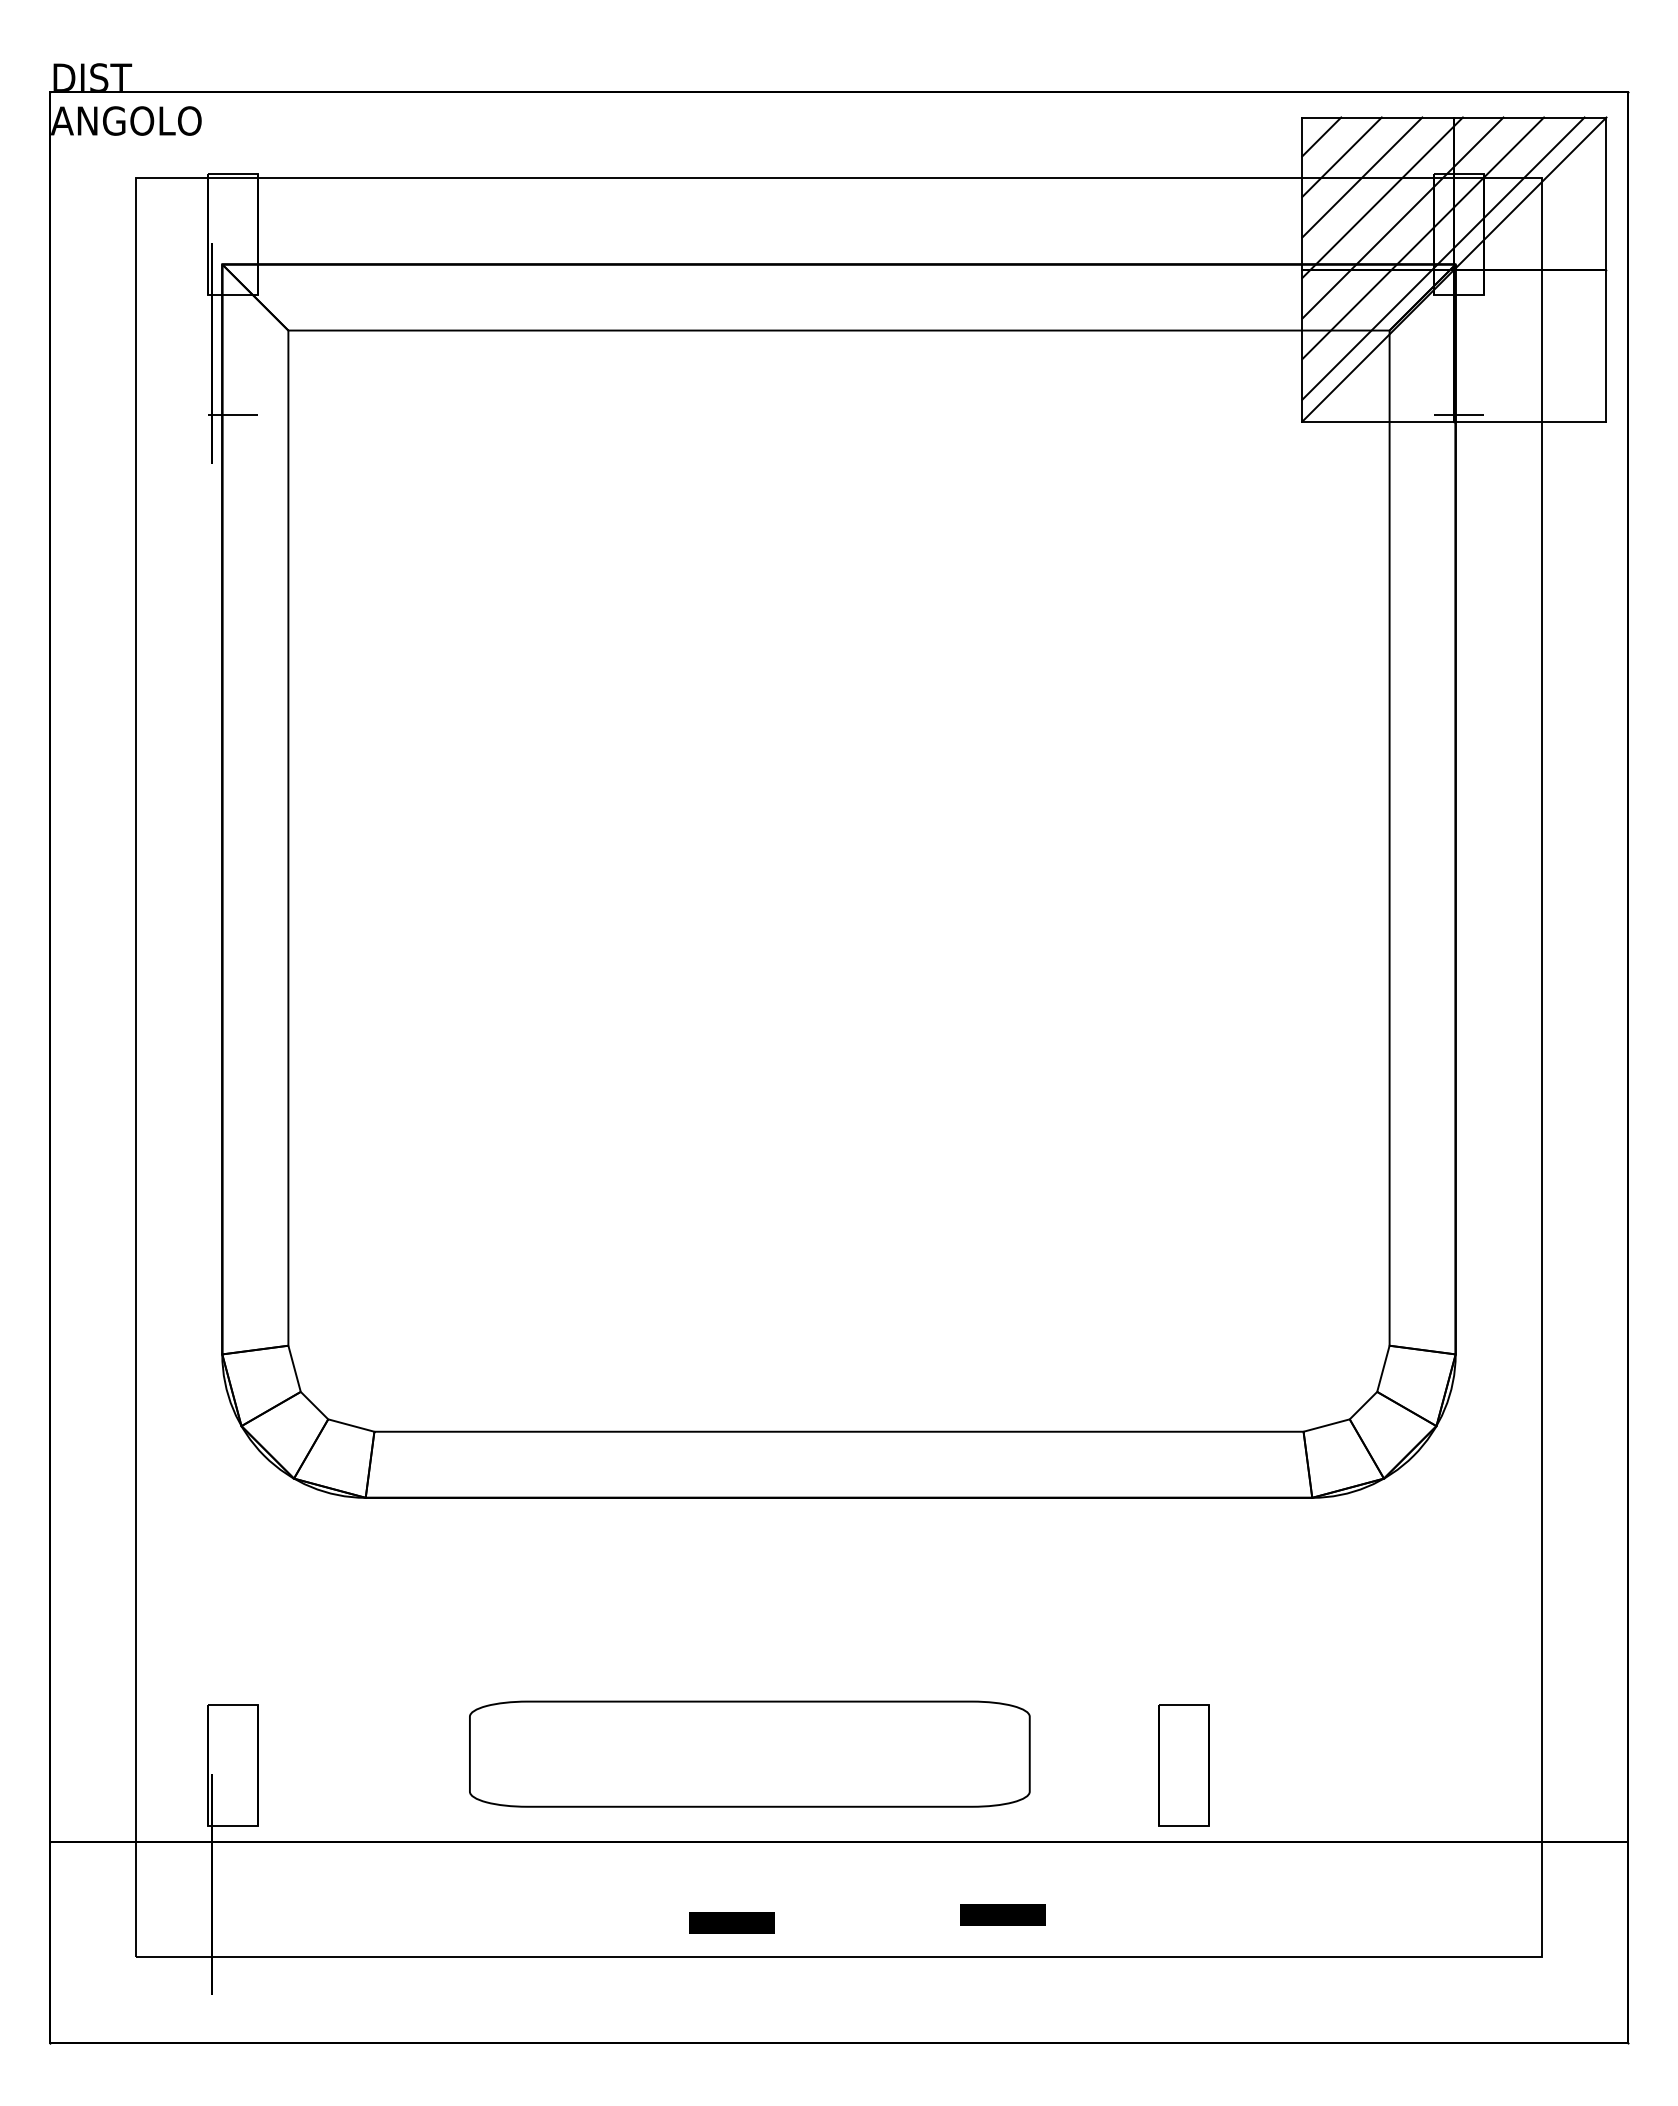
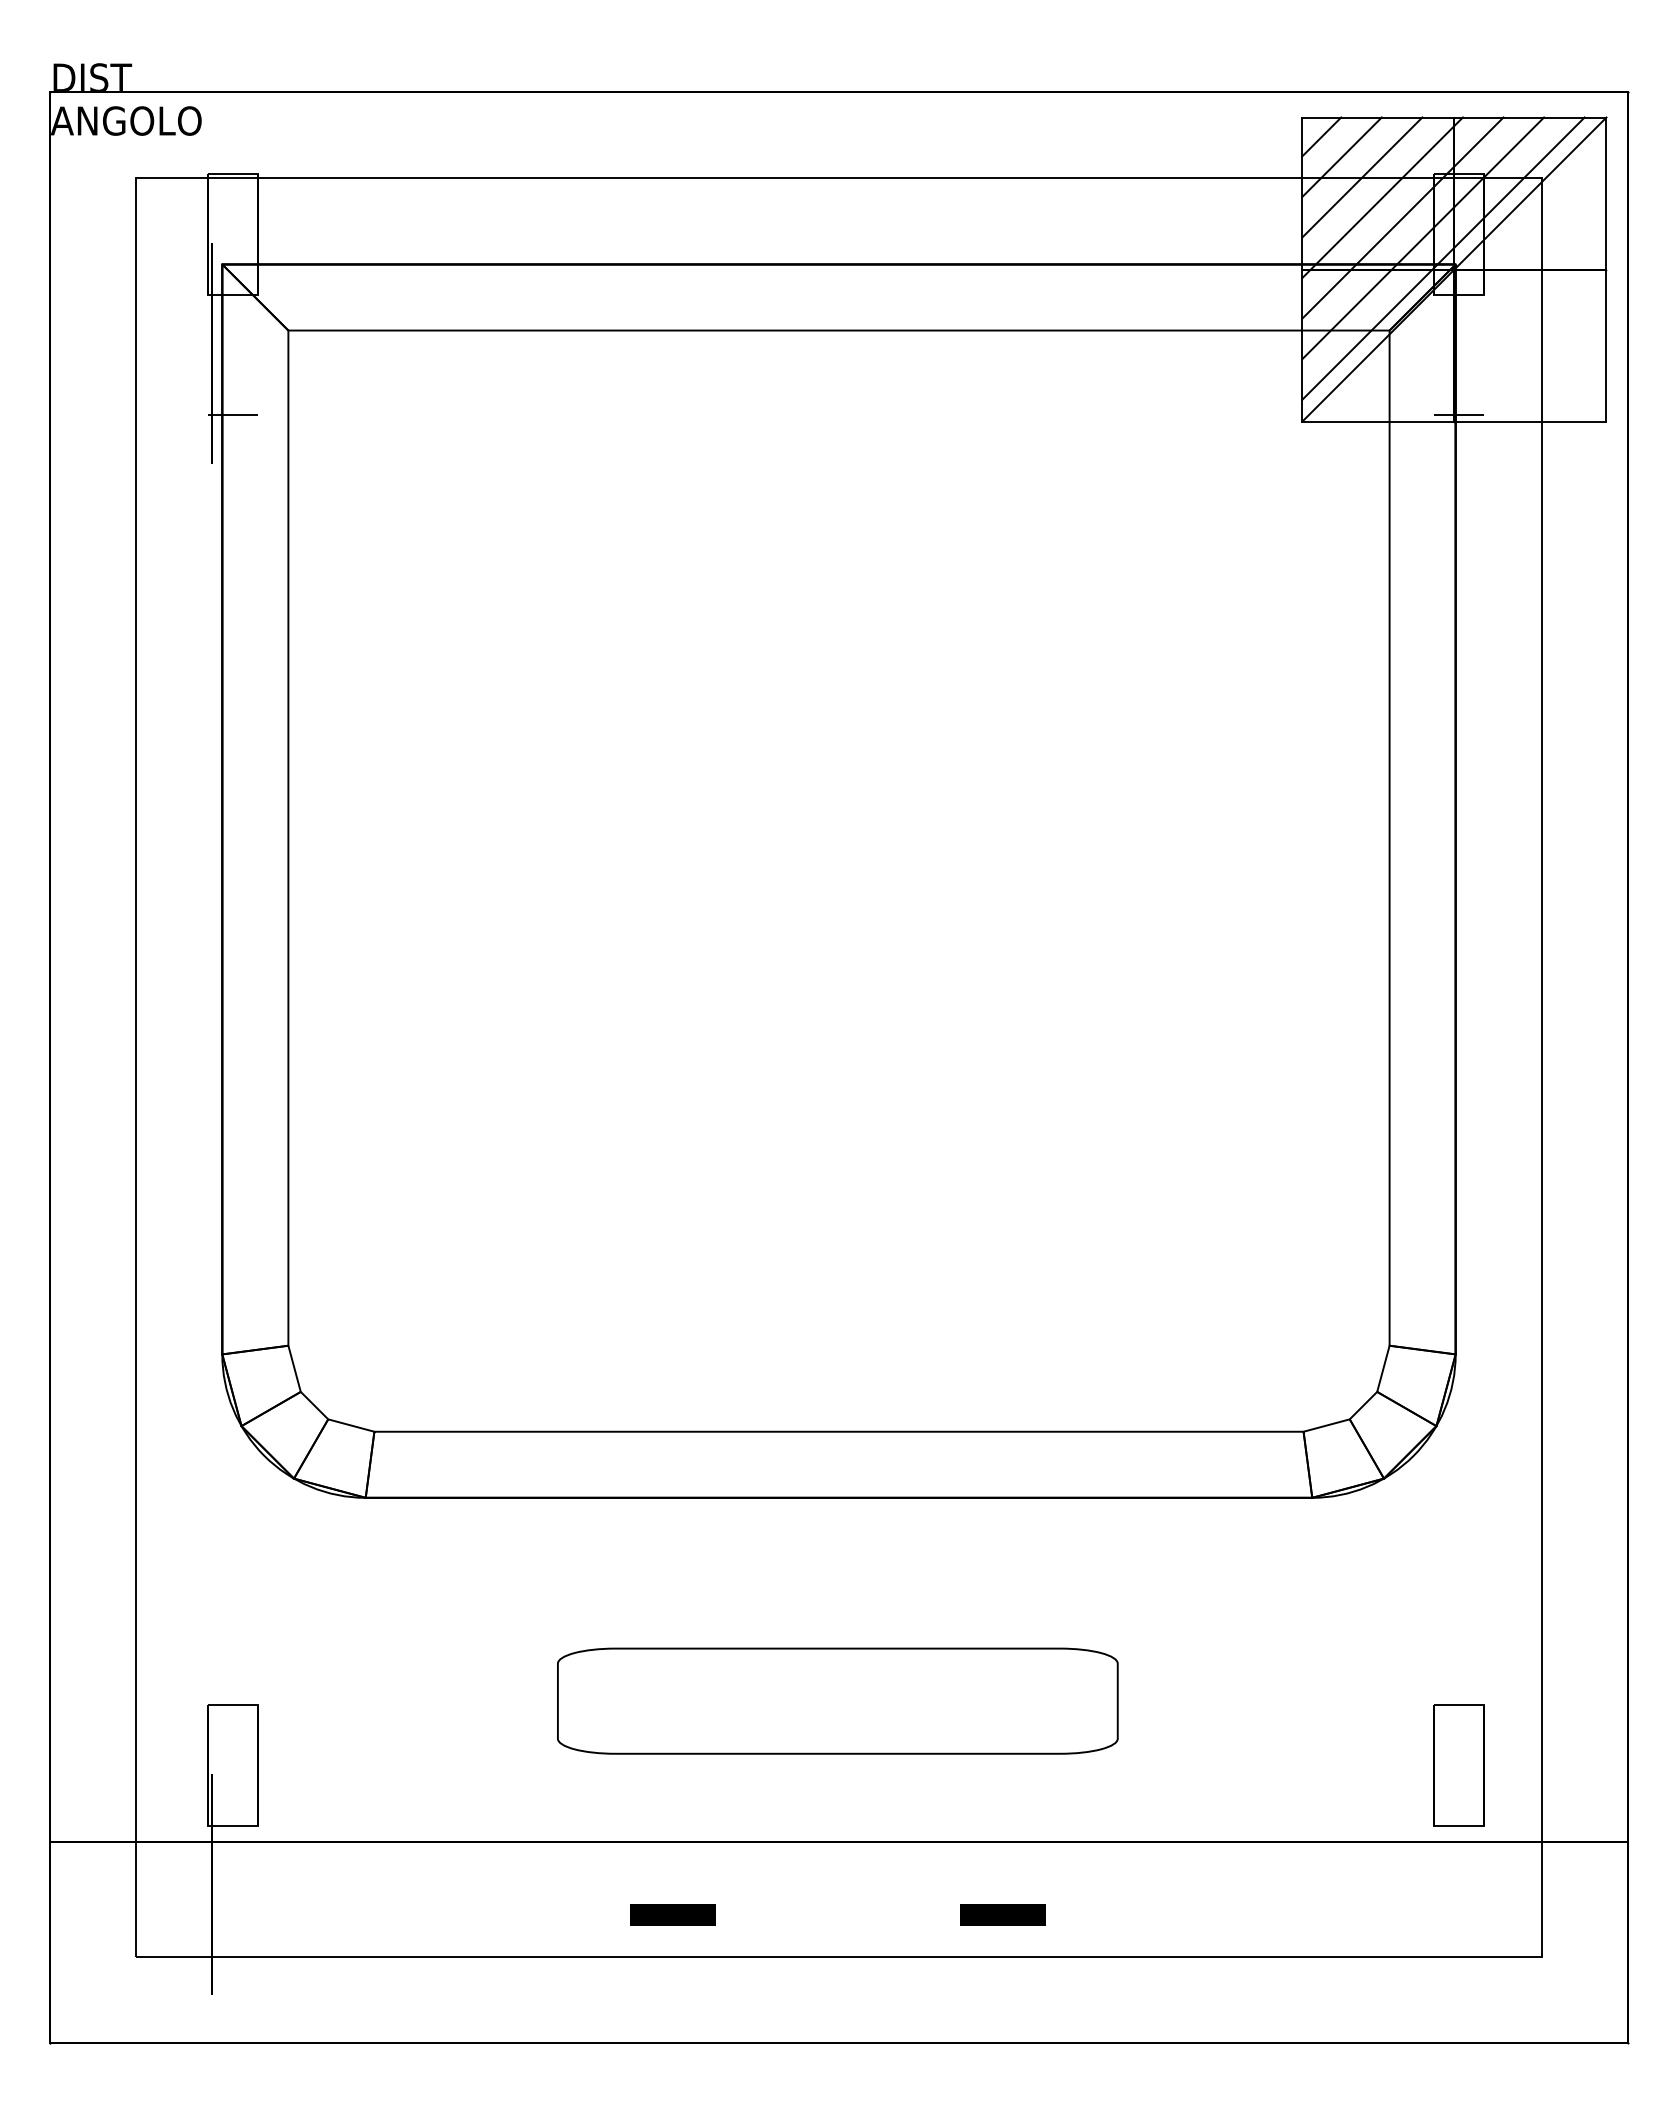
part at (749, 1753) position: (749, 1753) -> (837, 1700)
part at (1183, 1765) position: (1183, 1765) -> (1458, 1765)
part at (731, 1922) position: (731, 1922) -> (672, 1914)
